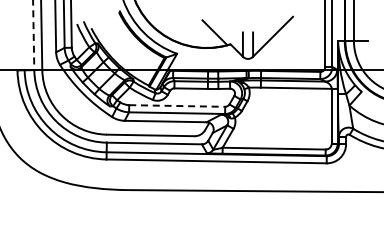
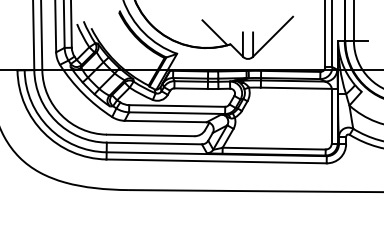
line at (33, 35): dashed -> solid
line at (177, 106): dashed -> solid
